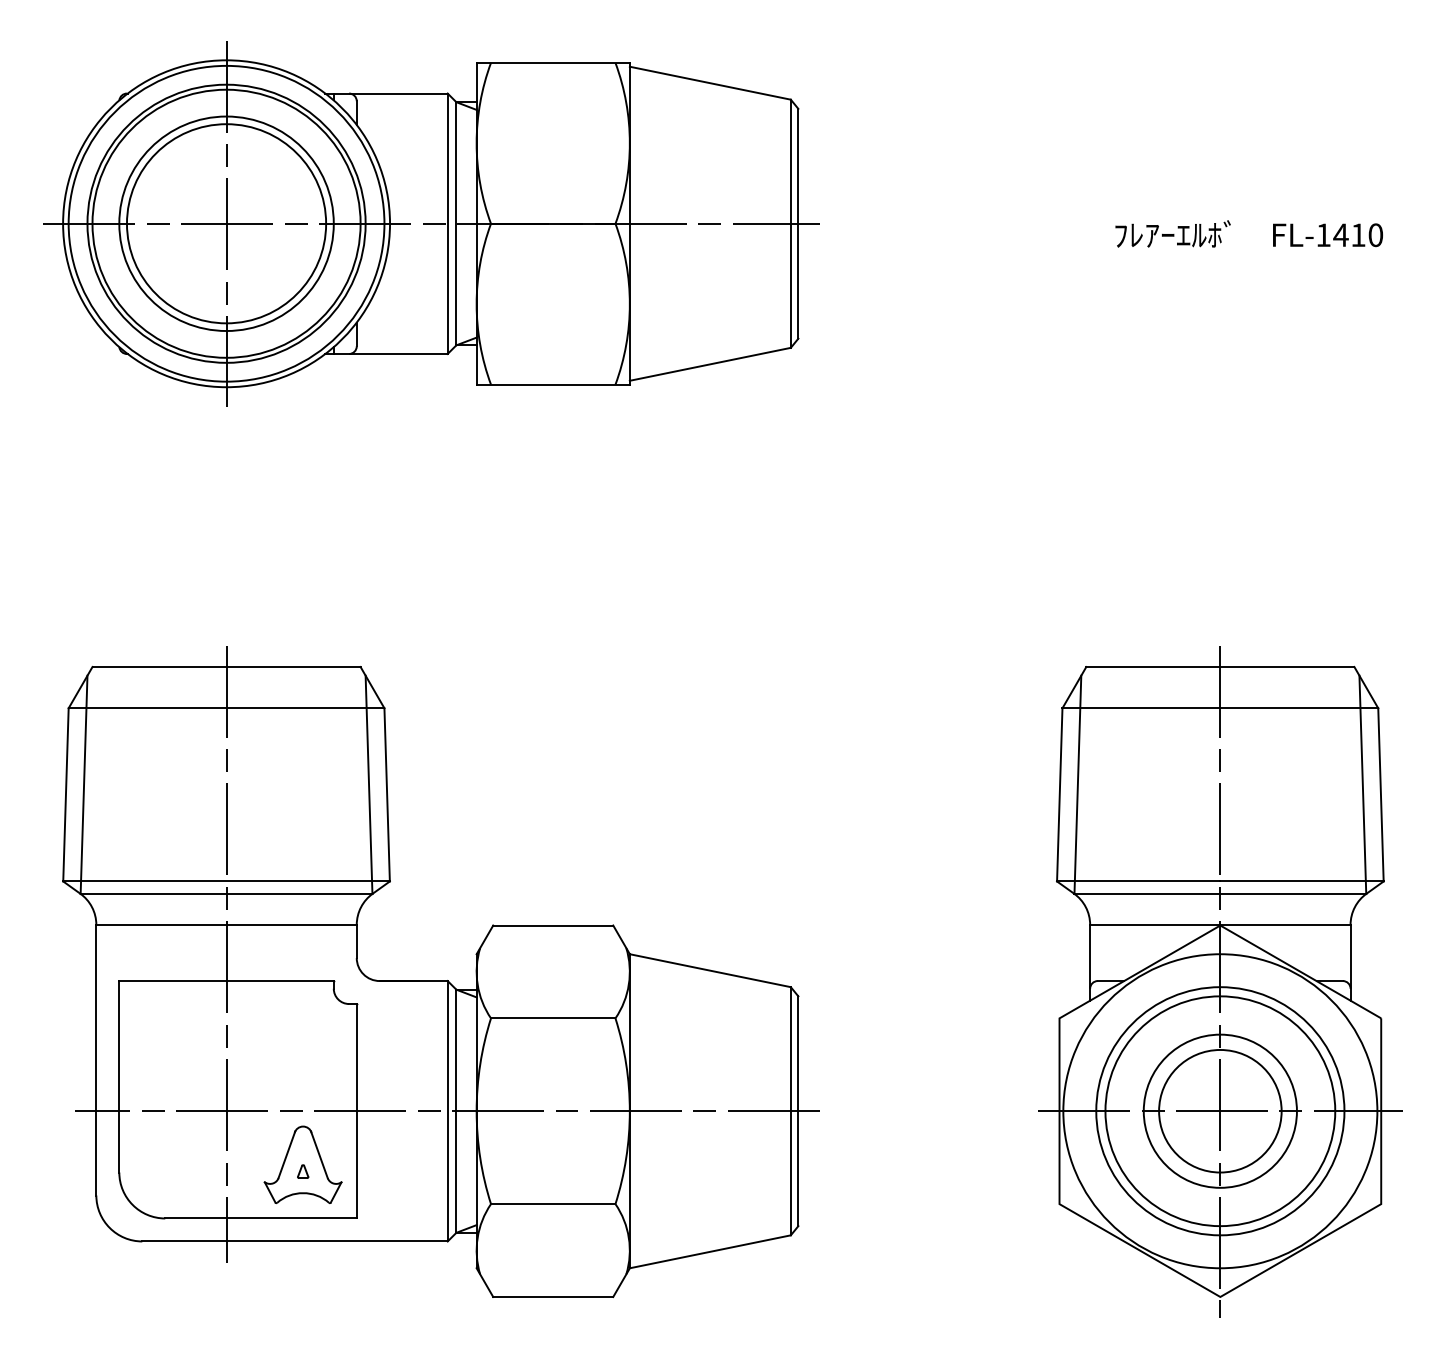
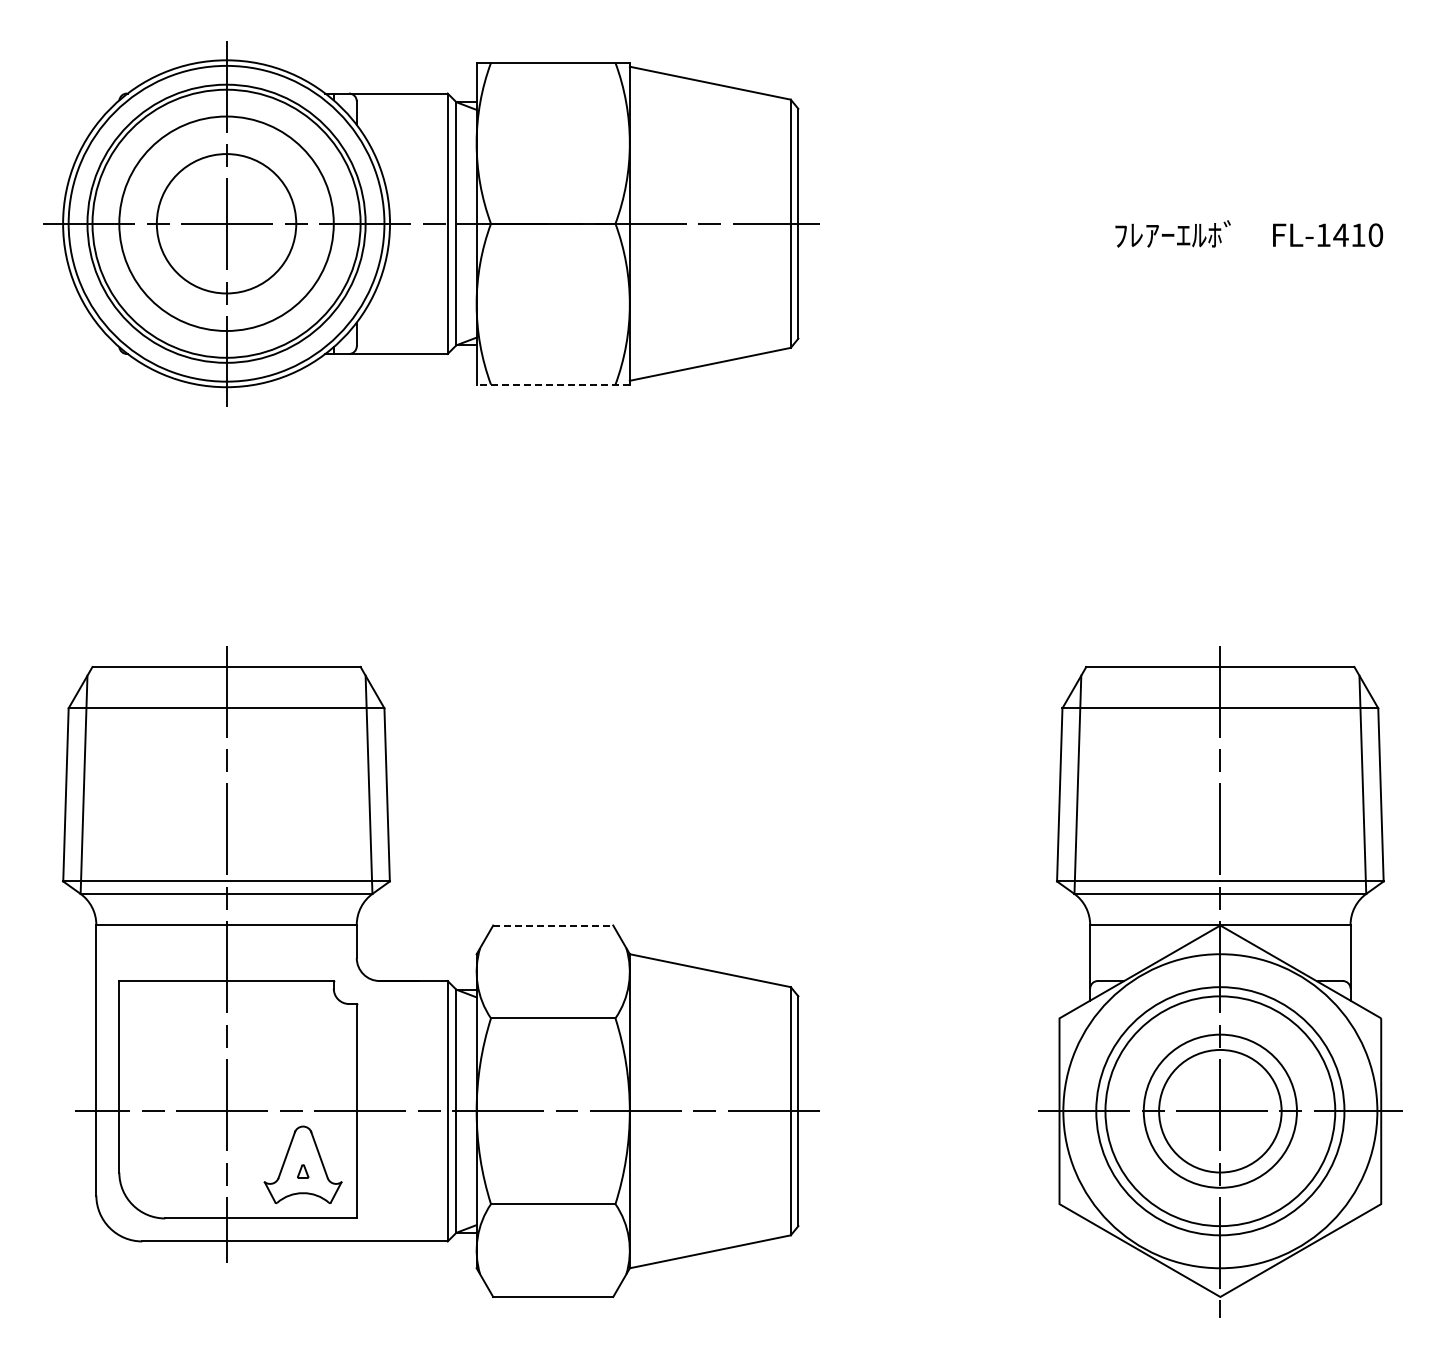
circle at (226, 223) diameter: 199 px -> 139 px
line at (553, 384): solid -> dashed
line at (553, 925): solid -> dashed
